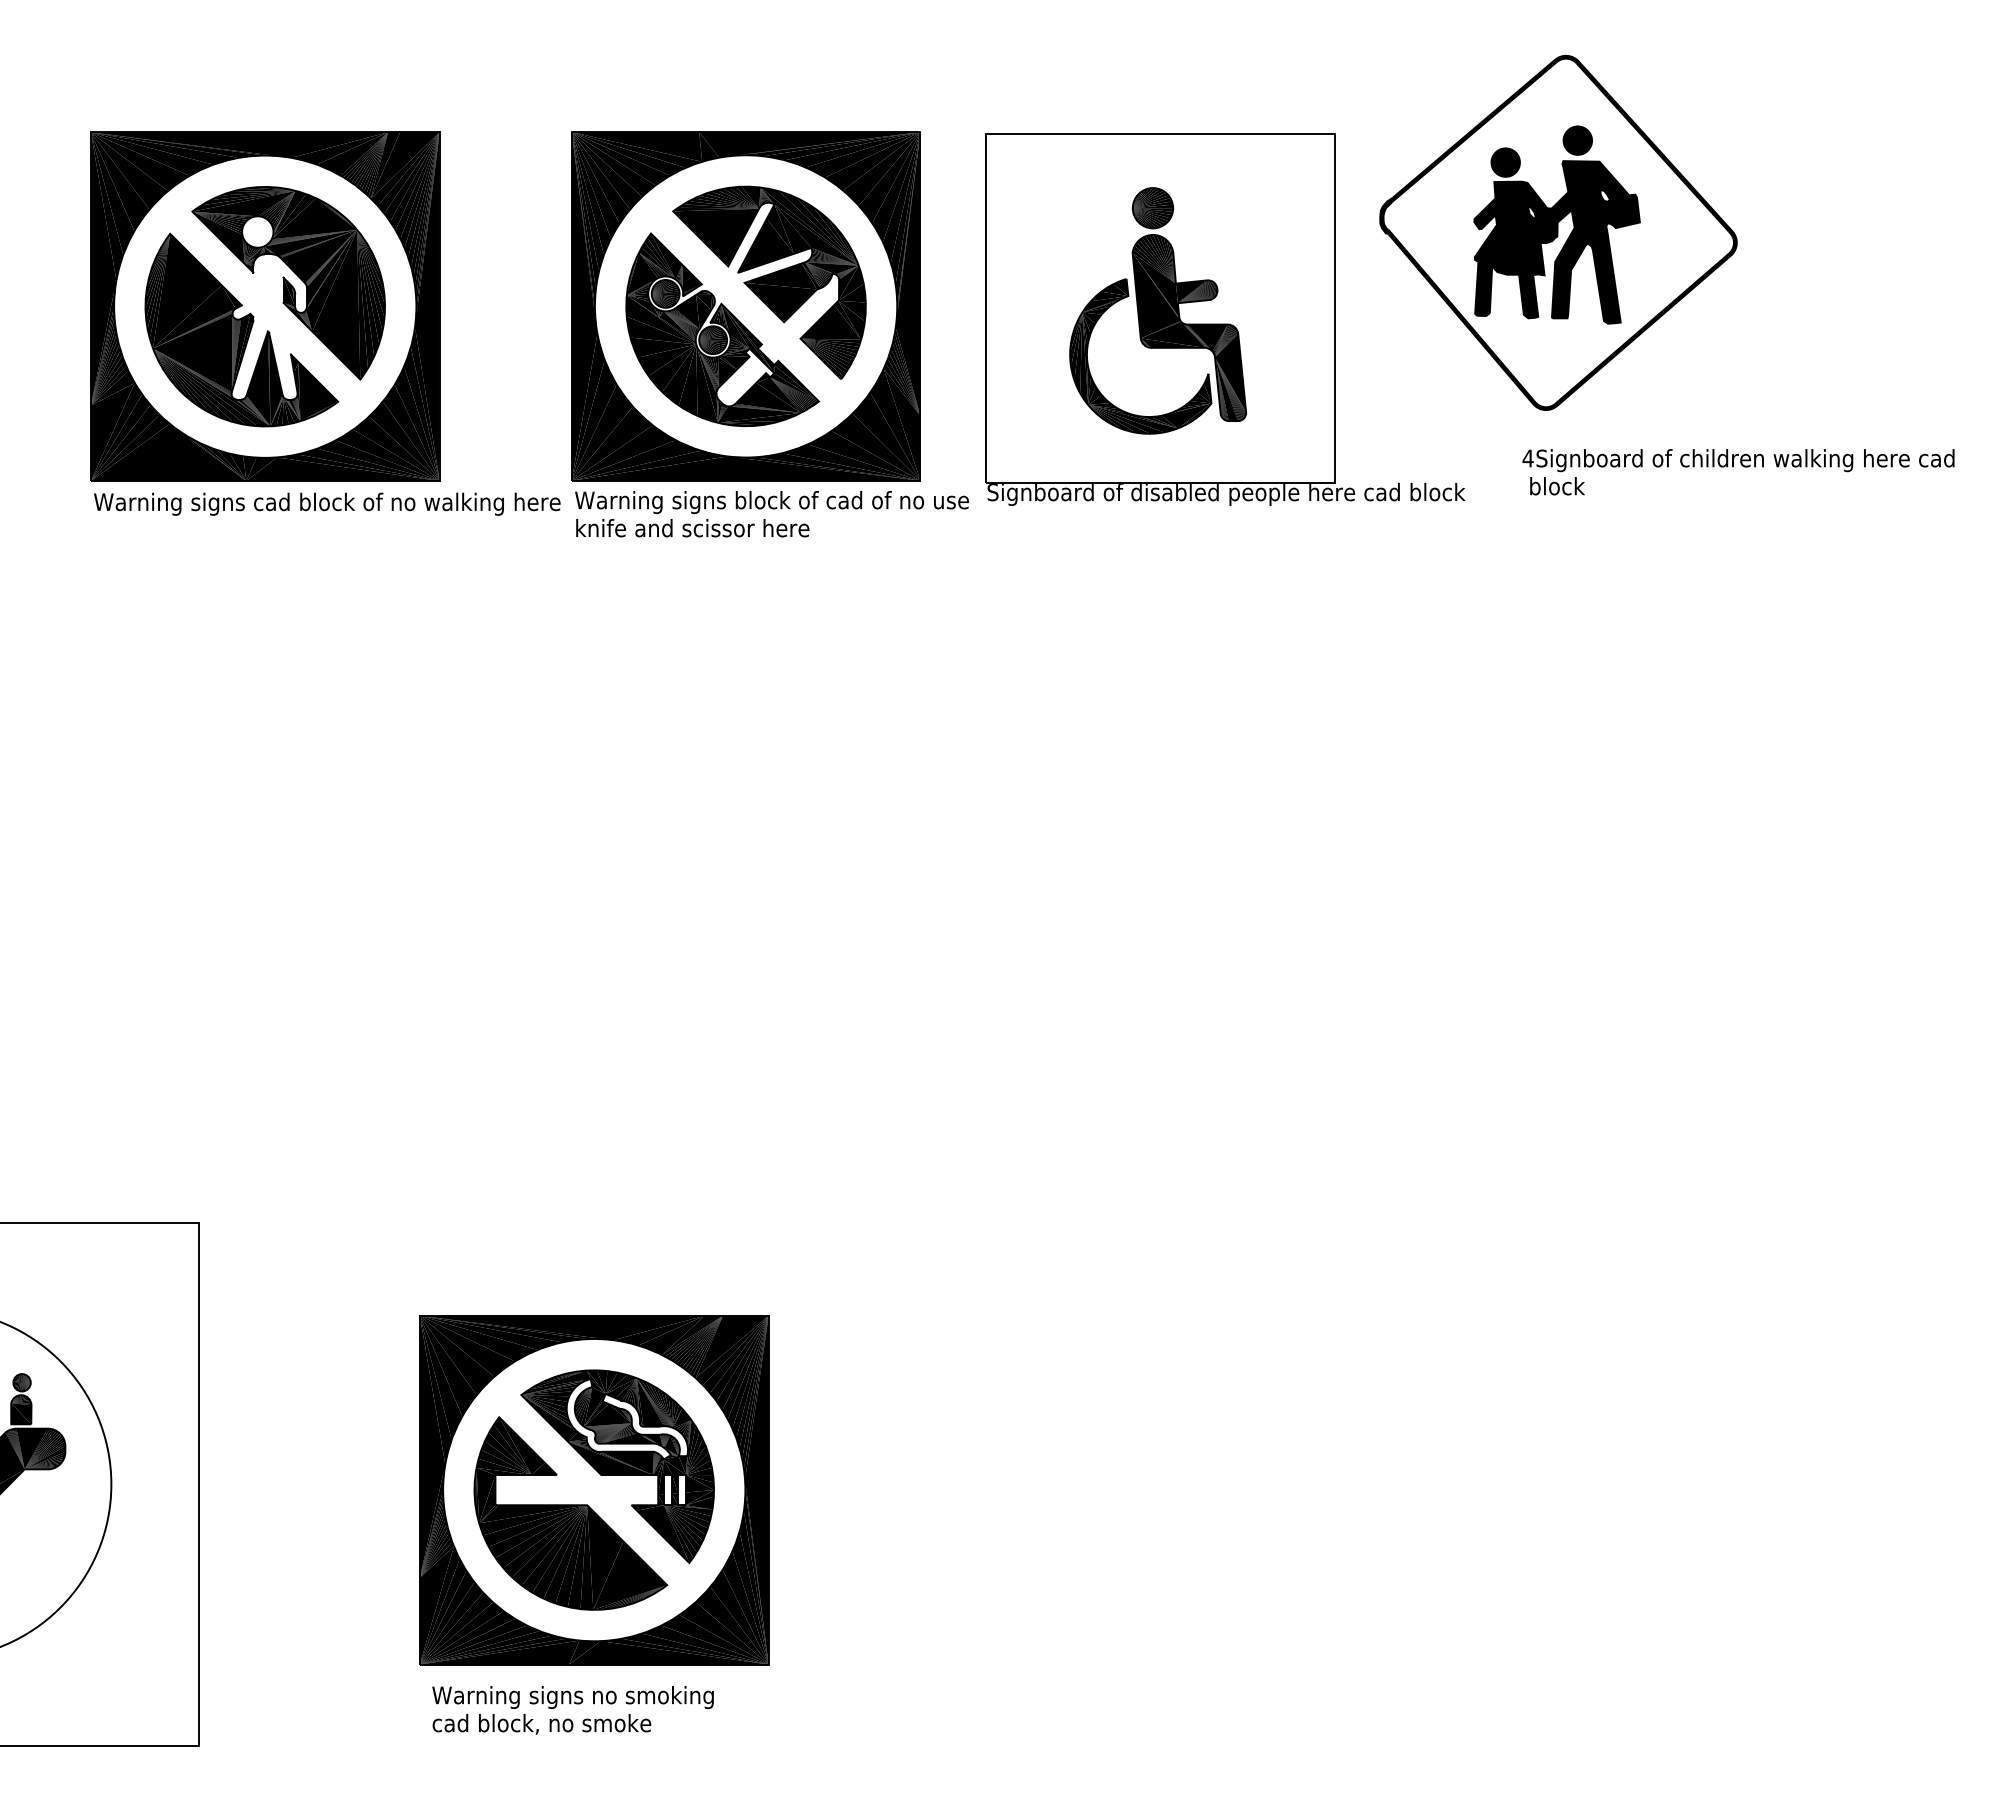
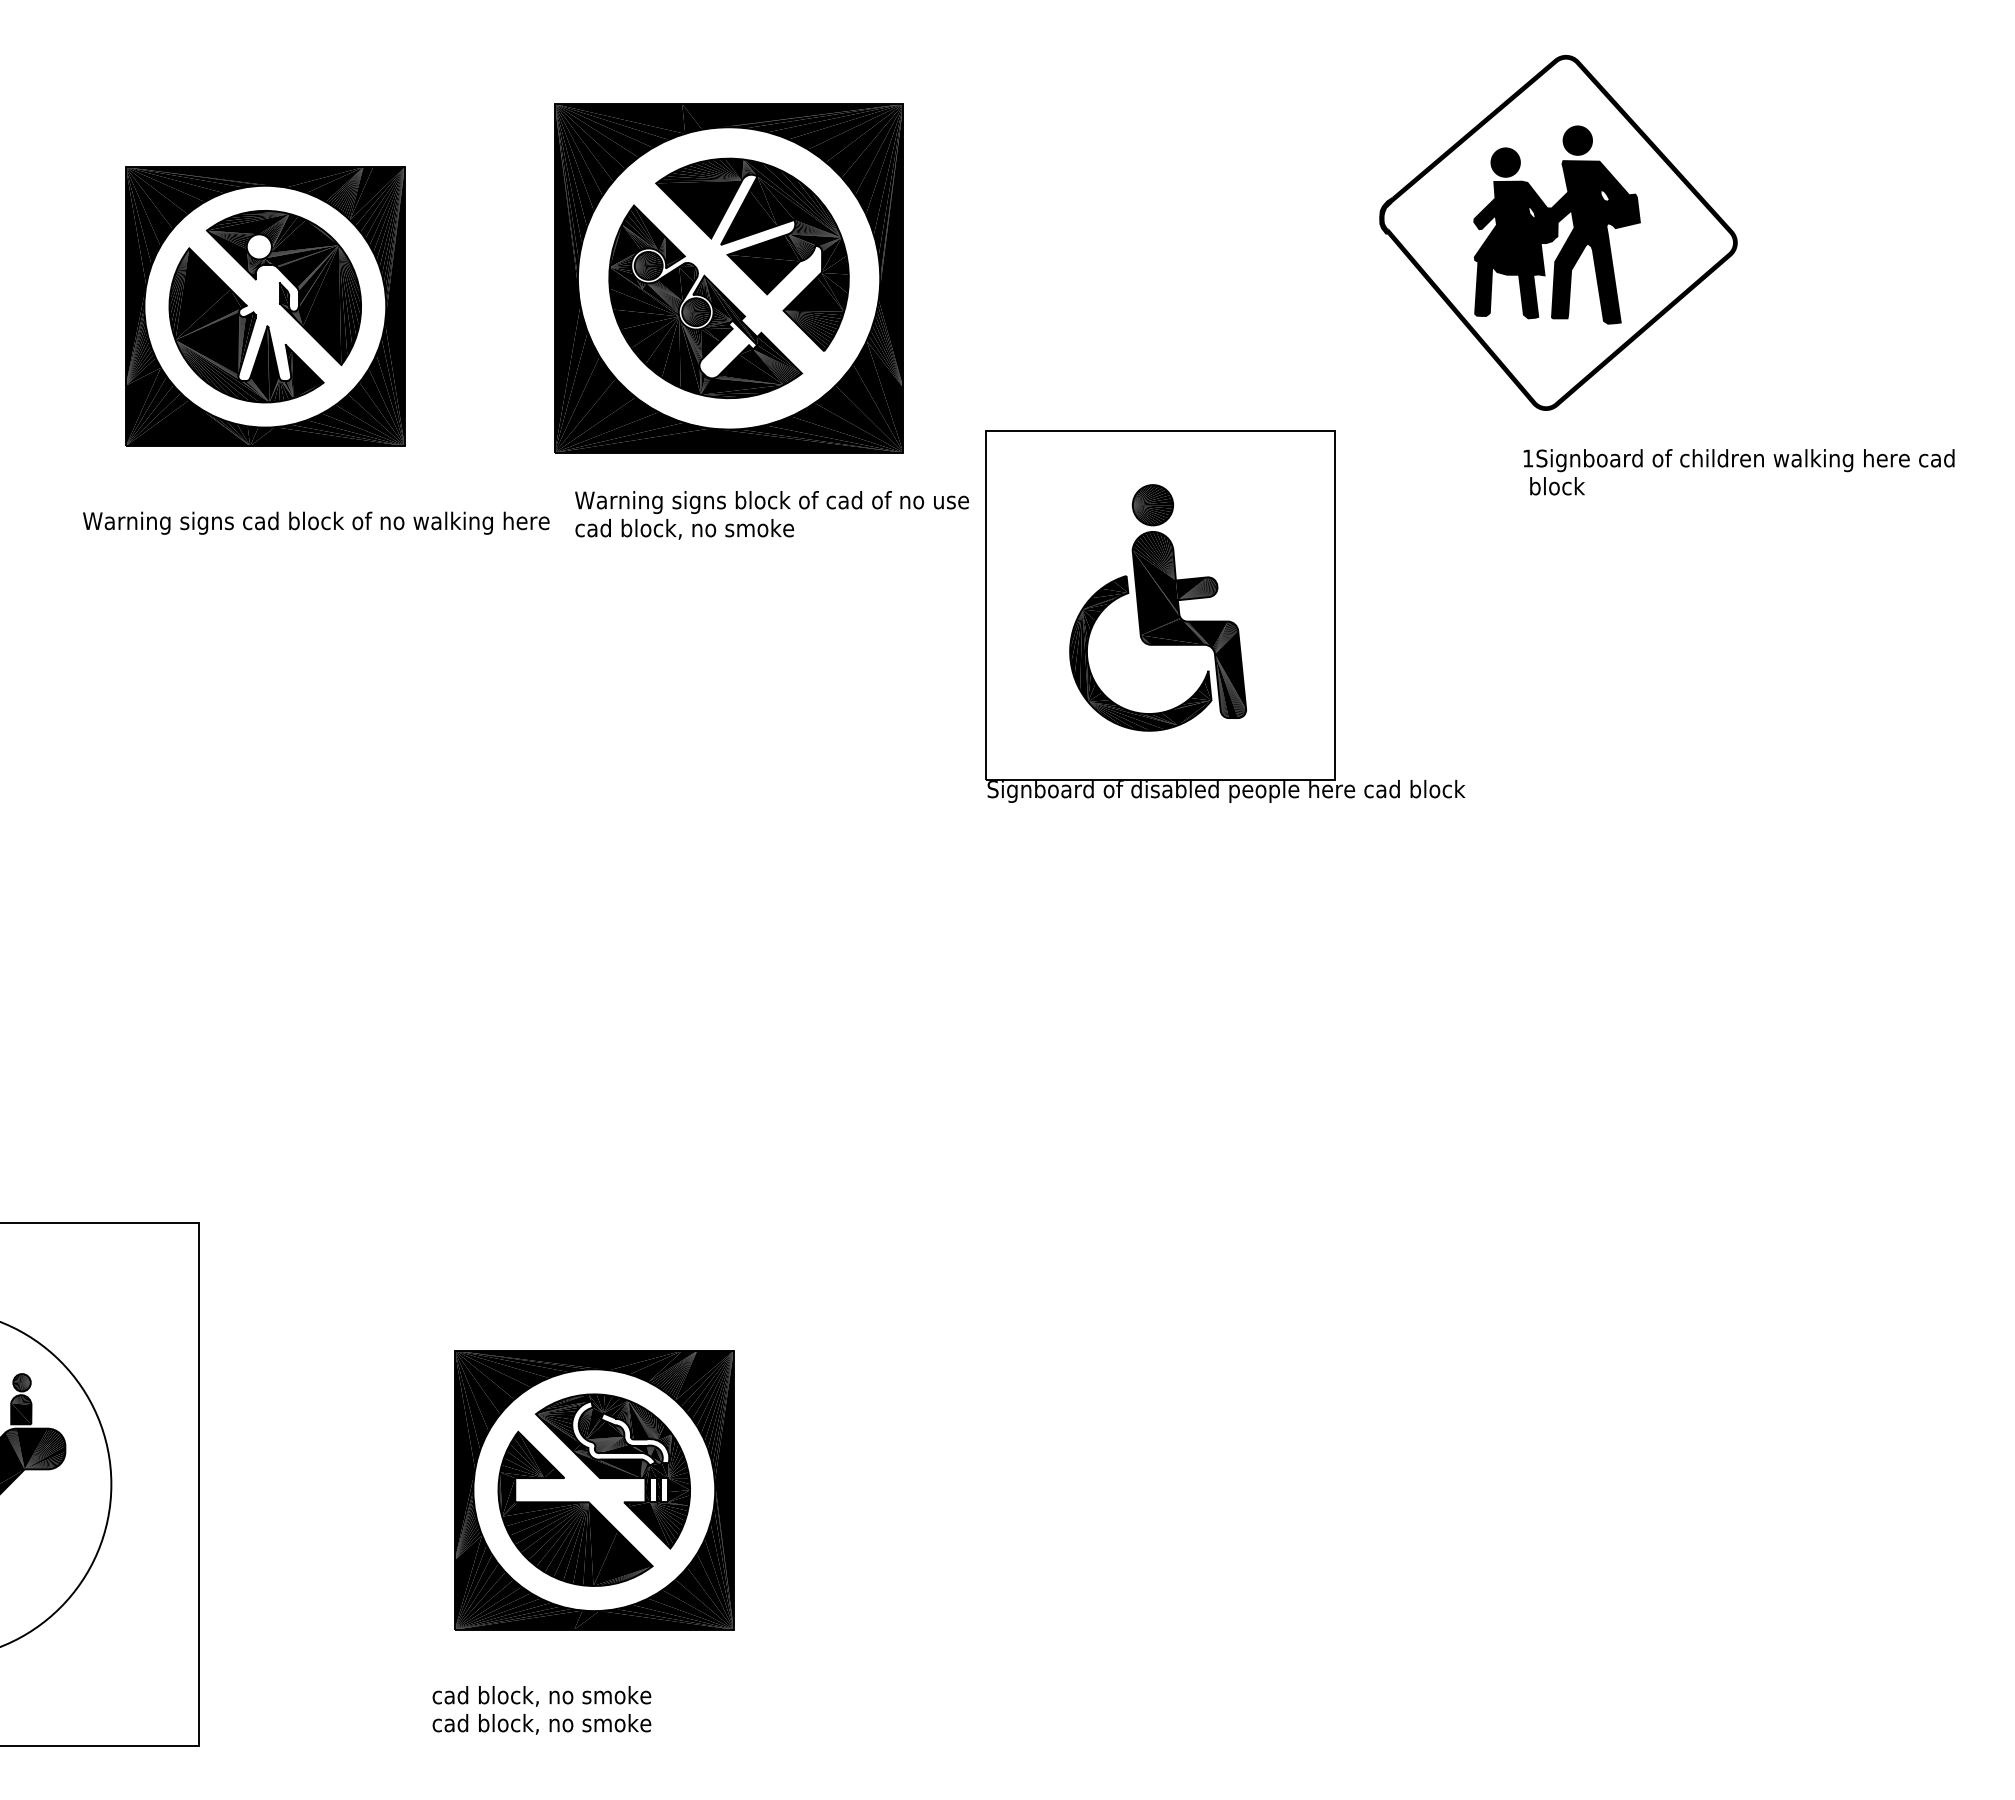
part at (265, 306) size: 351x351 px -> 281x281 px
part at (745, 306) position: (745, 306) -> (728, 278)
part at (1225, 319) position: (1225, 319) -> (1225, 616)
text at (1527, 458): 4Signboard -> 1Signboard
text at (327, 503) position: (327, 503) -> (316, 522)
text at (692, 529): knife and scissor here -> cad block, no smoke
part at (594, 1490) size: 351x351 px -> 281x281 px
text at (572, 1697): Warning signs no smoking -> cad block, no smoke
